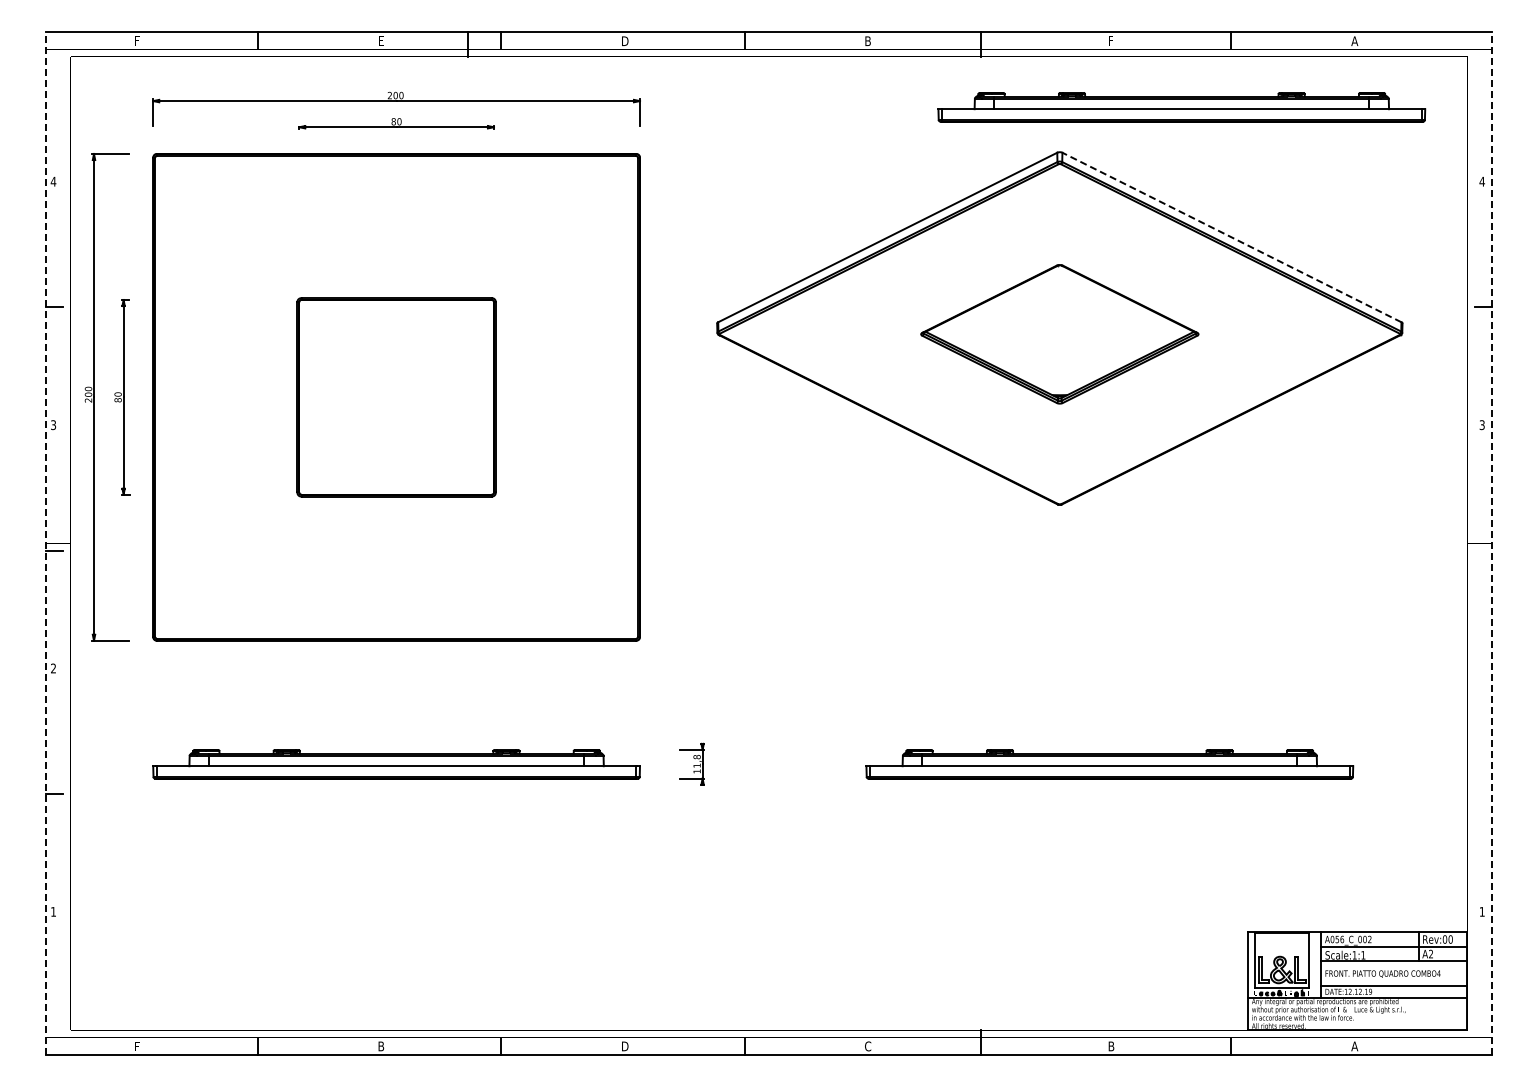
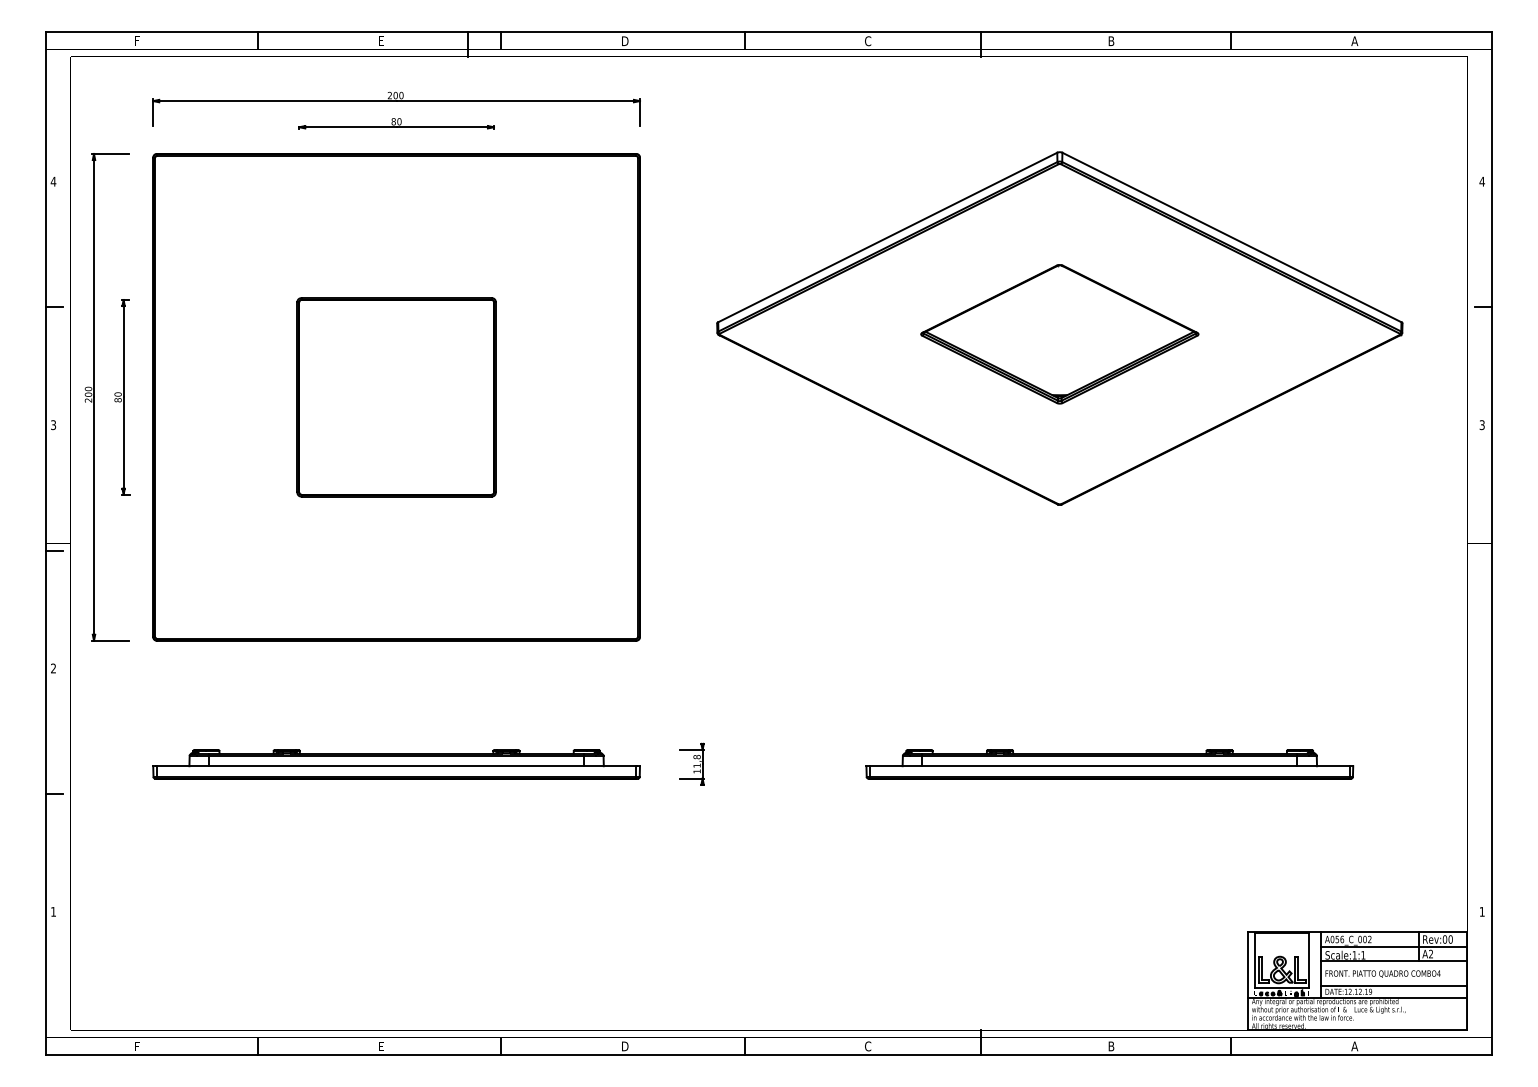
text at (868, 41): B -> C
text at (1111, 41): F -> B
part at (1181, 107): present -> none
line at (1231, 237): dashed -> solid
line at (46, 543): dashed -> solid
line at (1491, 543): dashed -> solid
text at (381, 1046): B -> E
